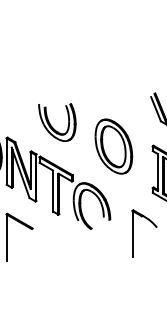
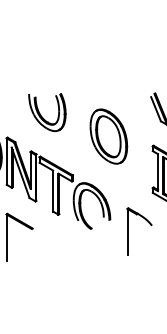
part at (52, 126) position: (52, 126) -> (42, 116)
part at (113, 146) position: (113, 146) -> (108, 136)
part at (133, 233) position: (133, 233) -> (128, 231)
